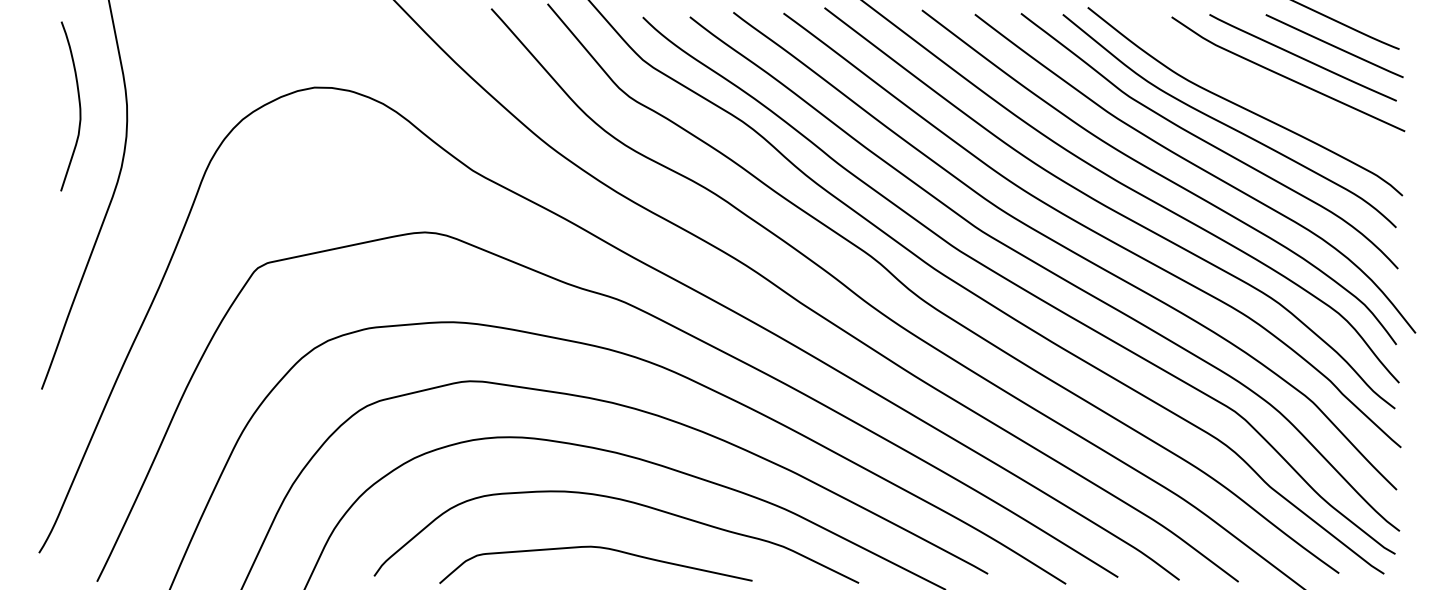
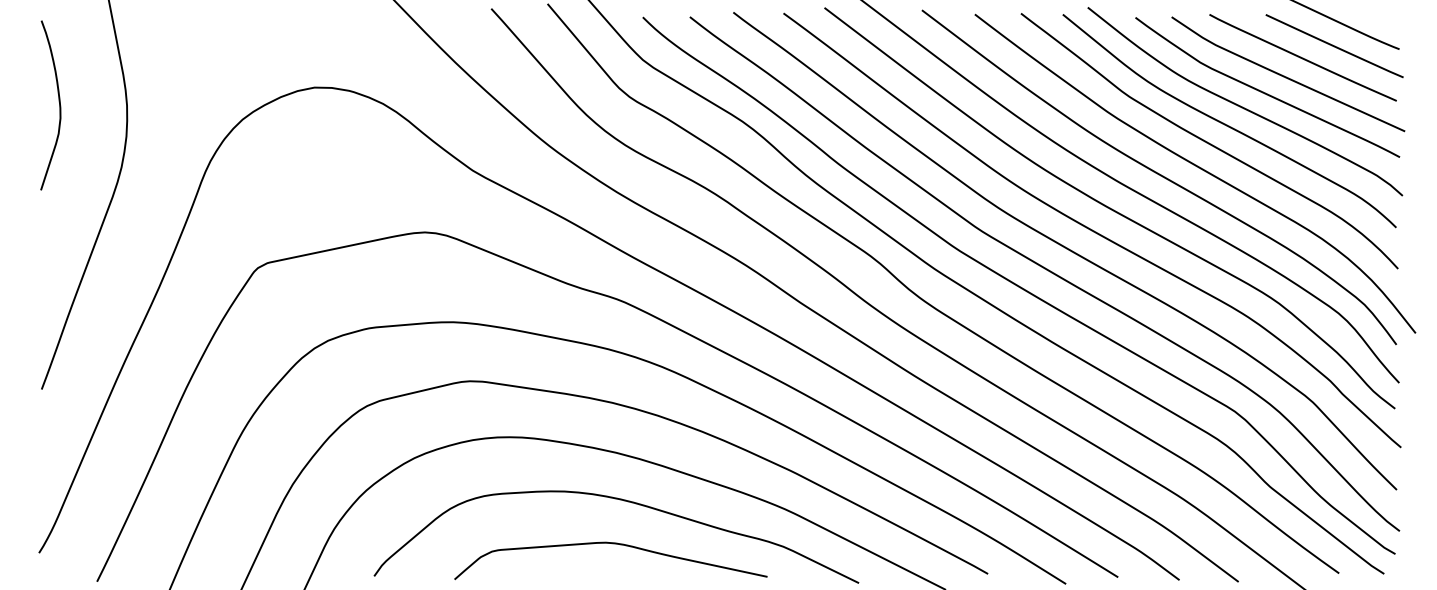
curve at (1265, 92): none -> present
curve at (78, 102) position: (78, 102) -> (58, 101)
curve at (597, 548) position: (597, 548) -> (612, 544)
